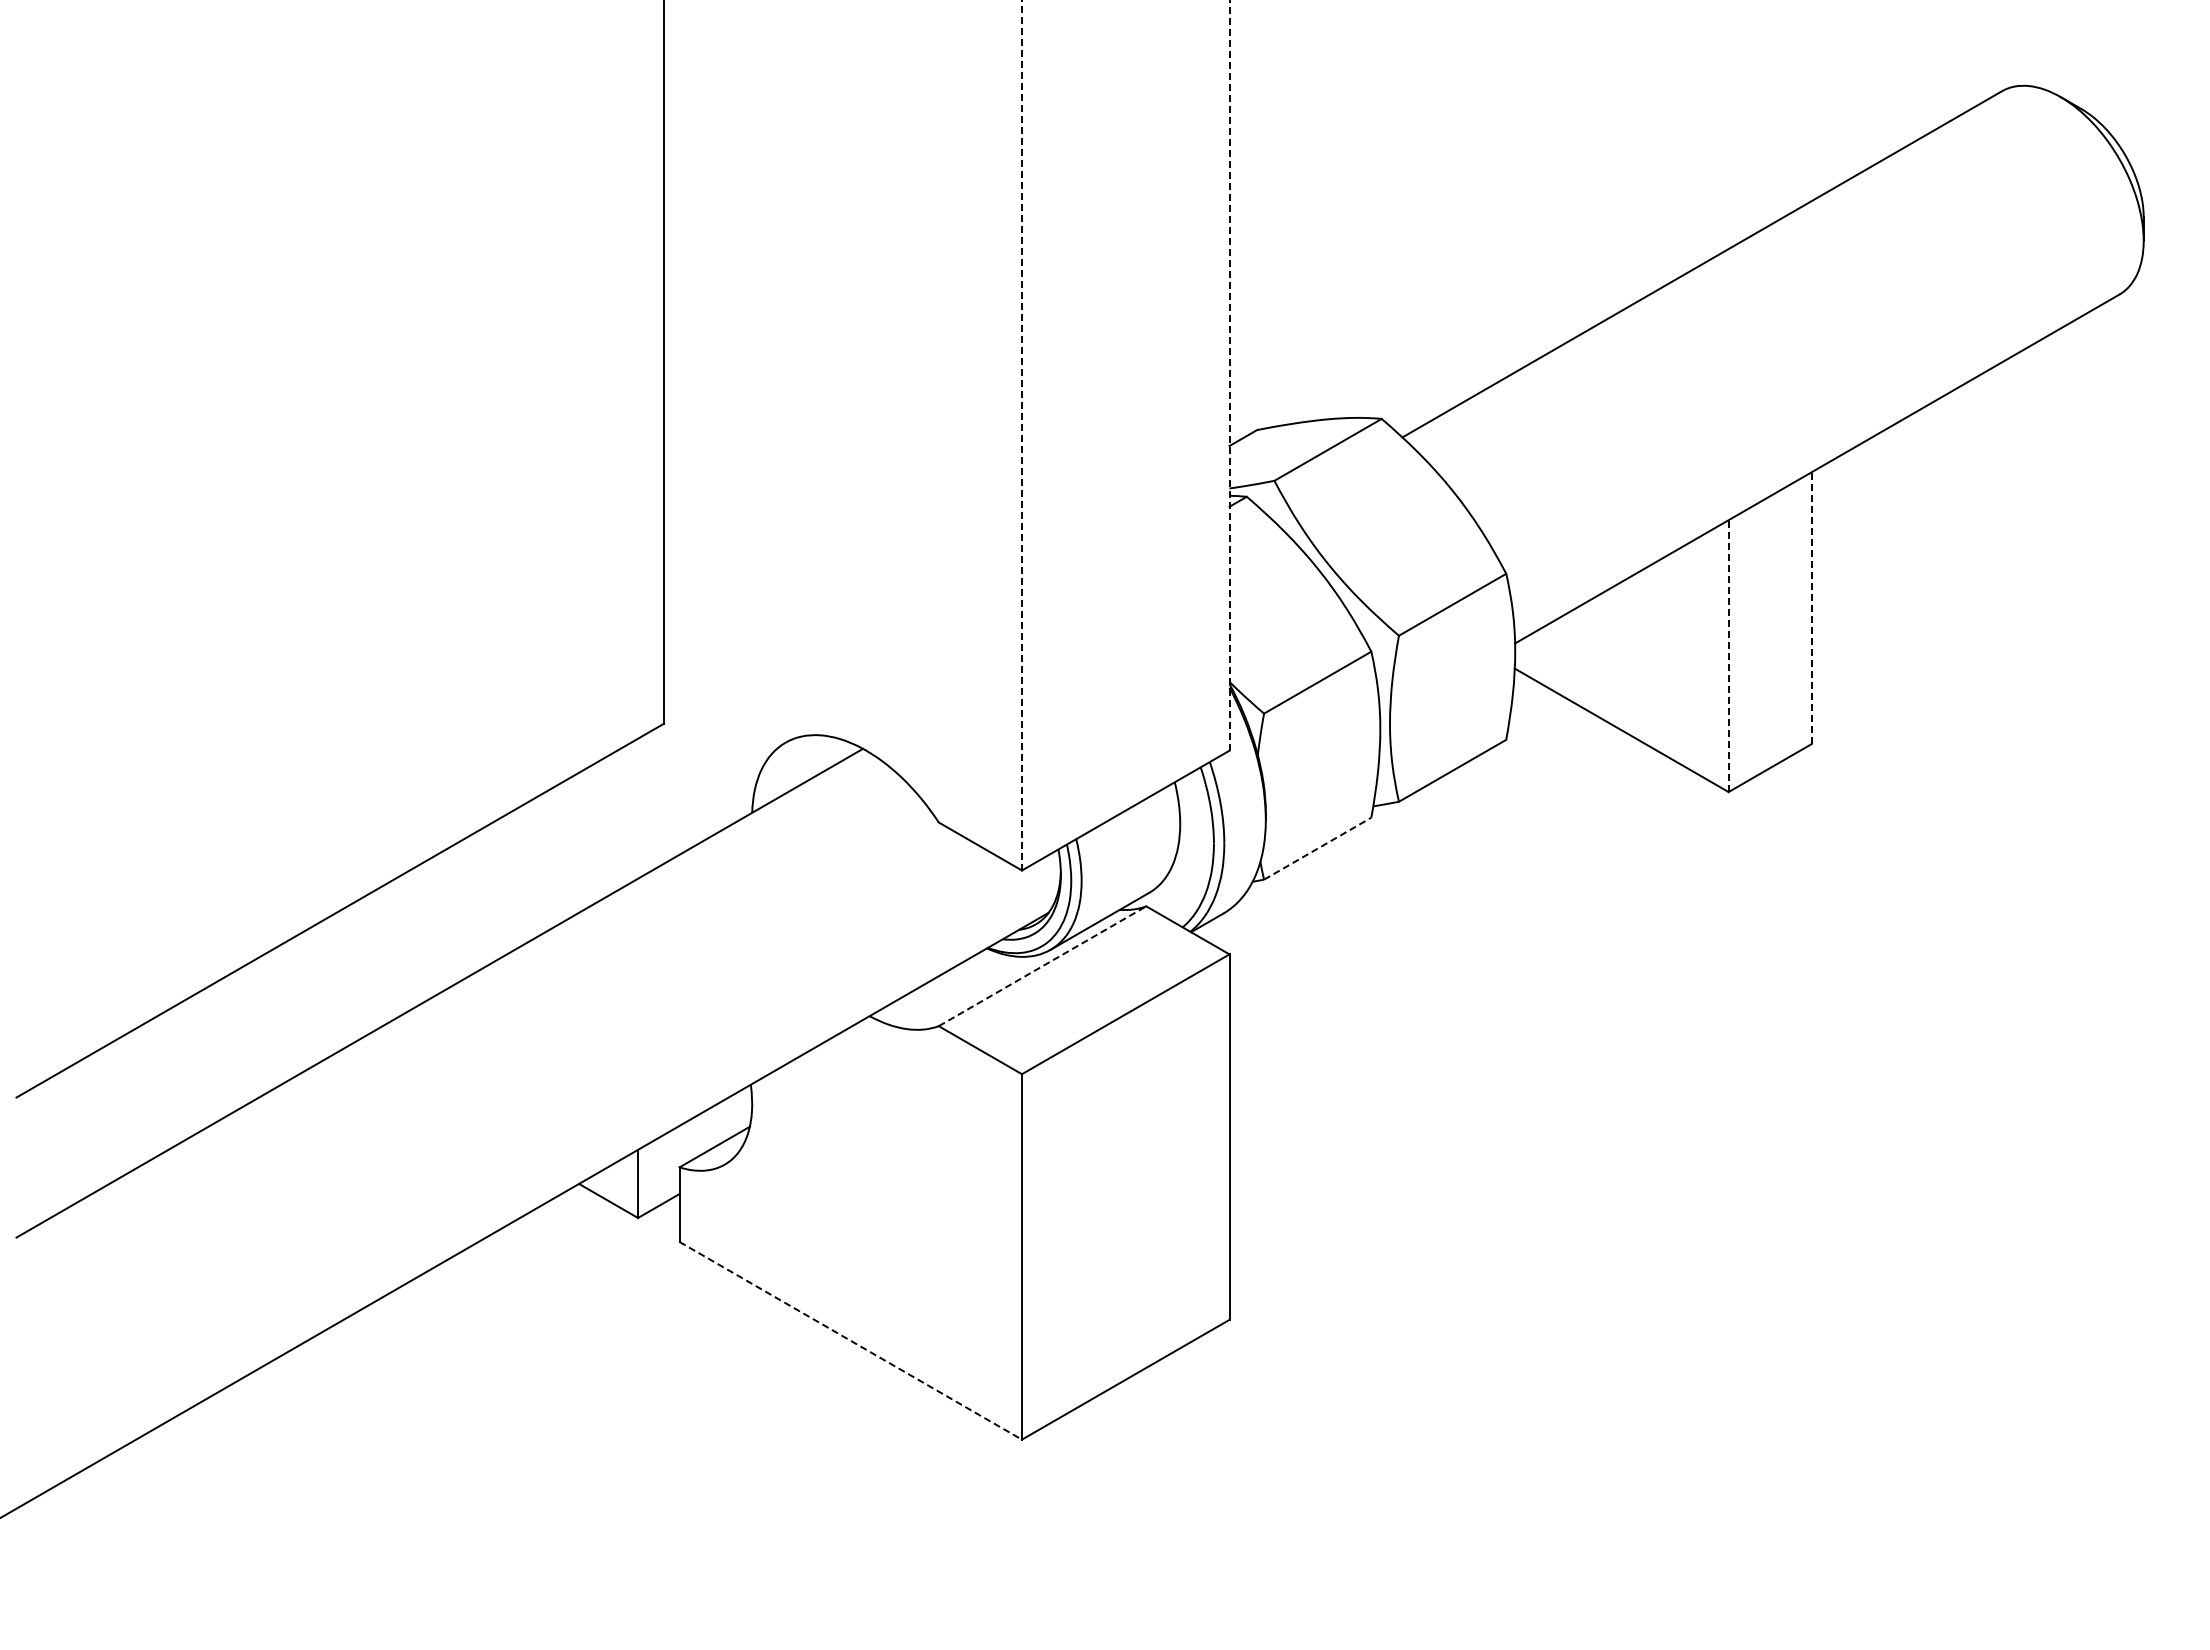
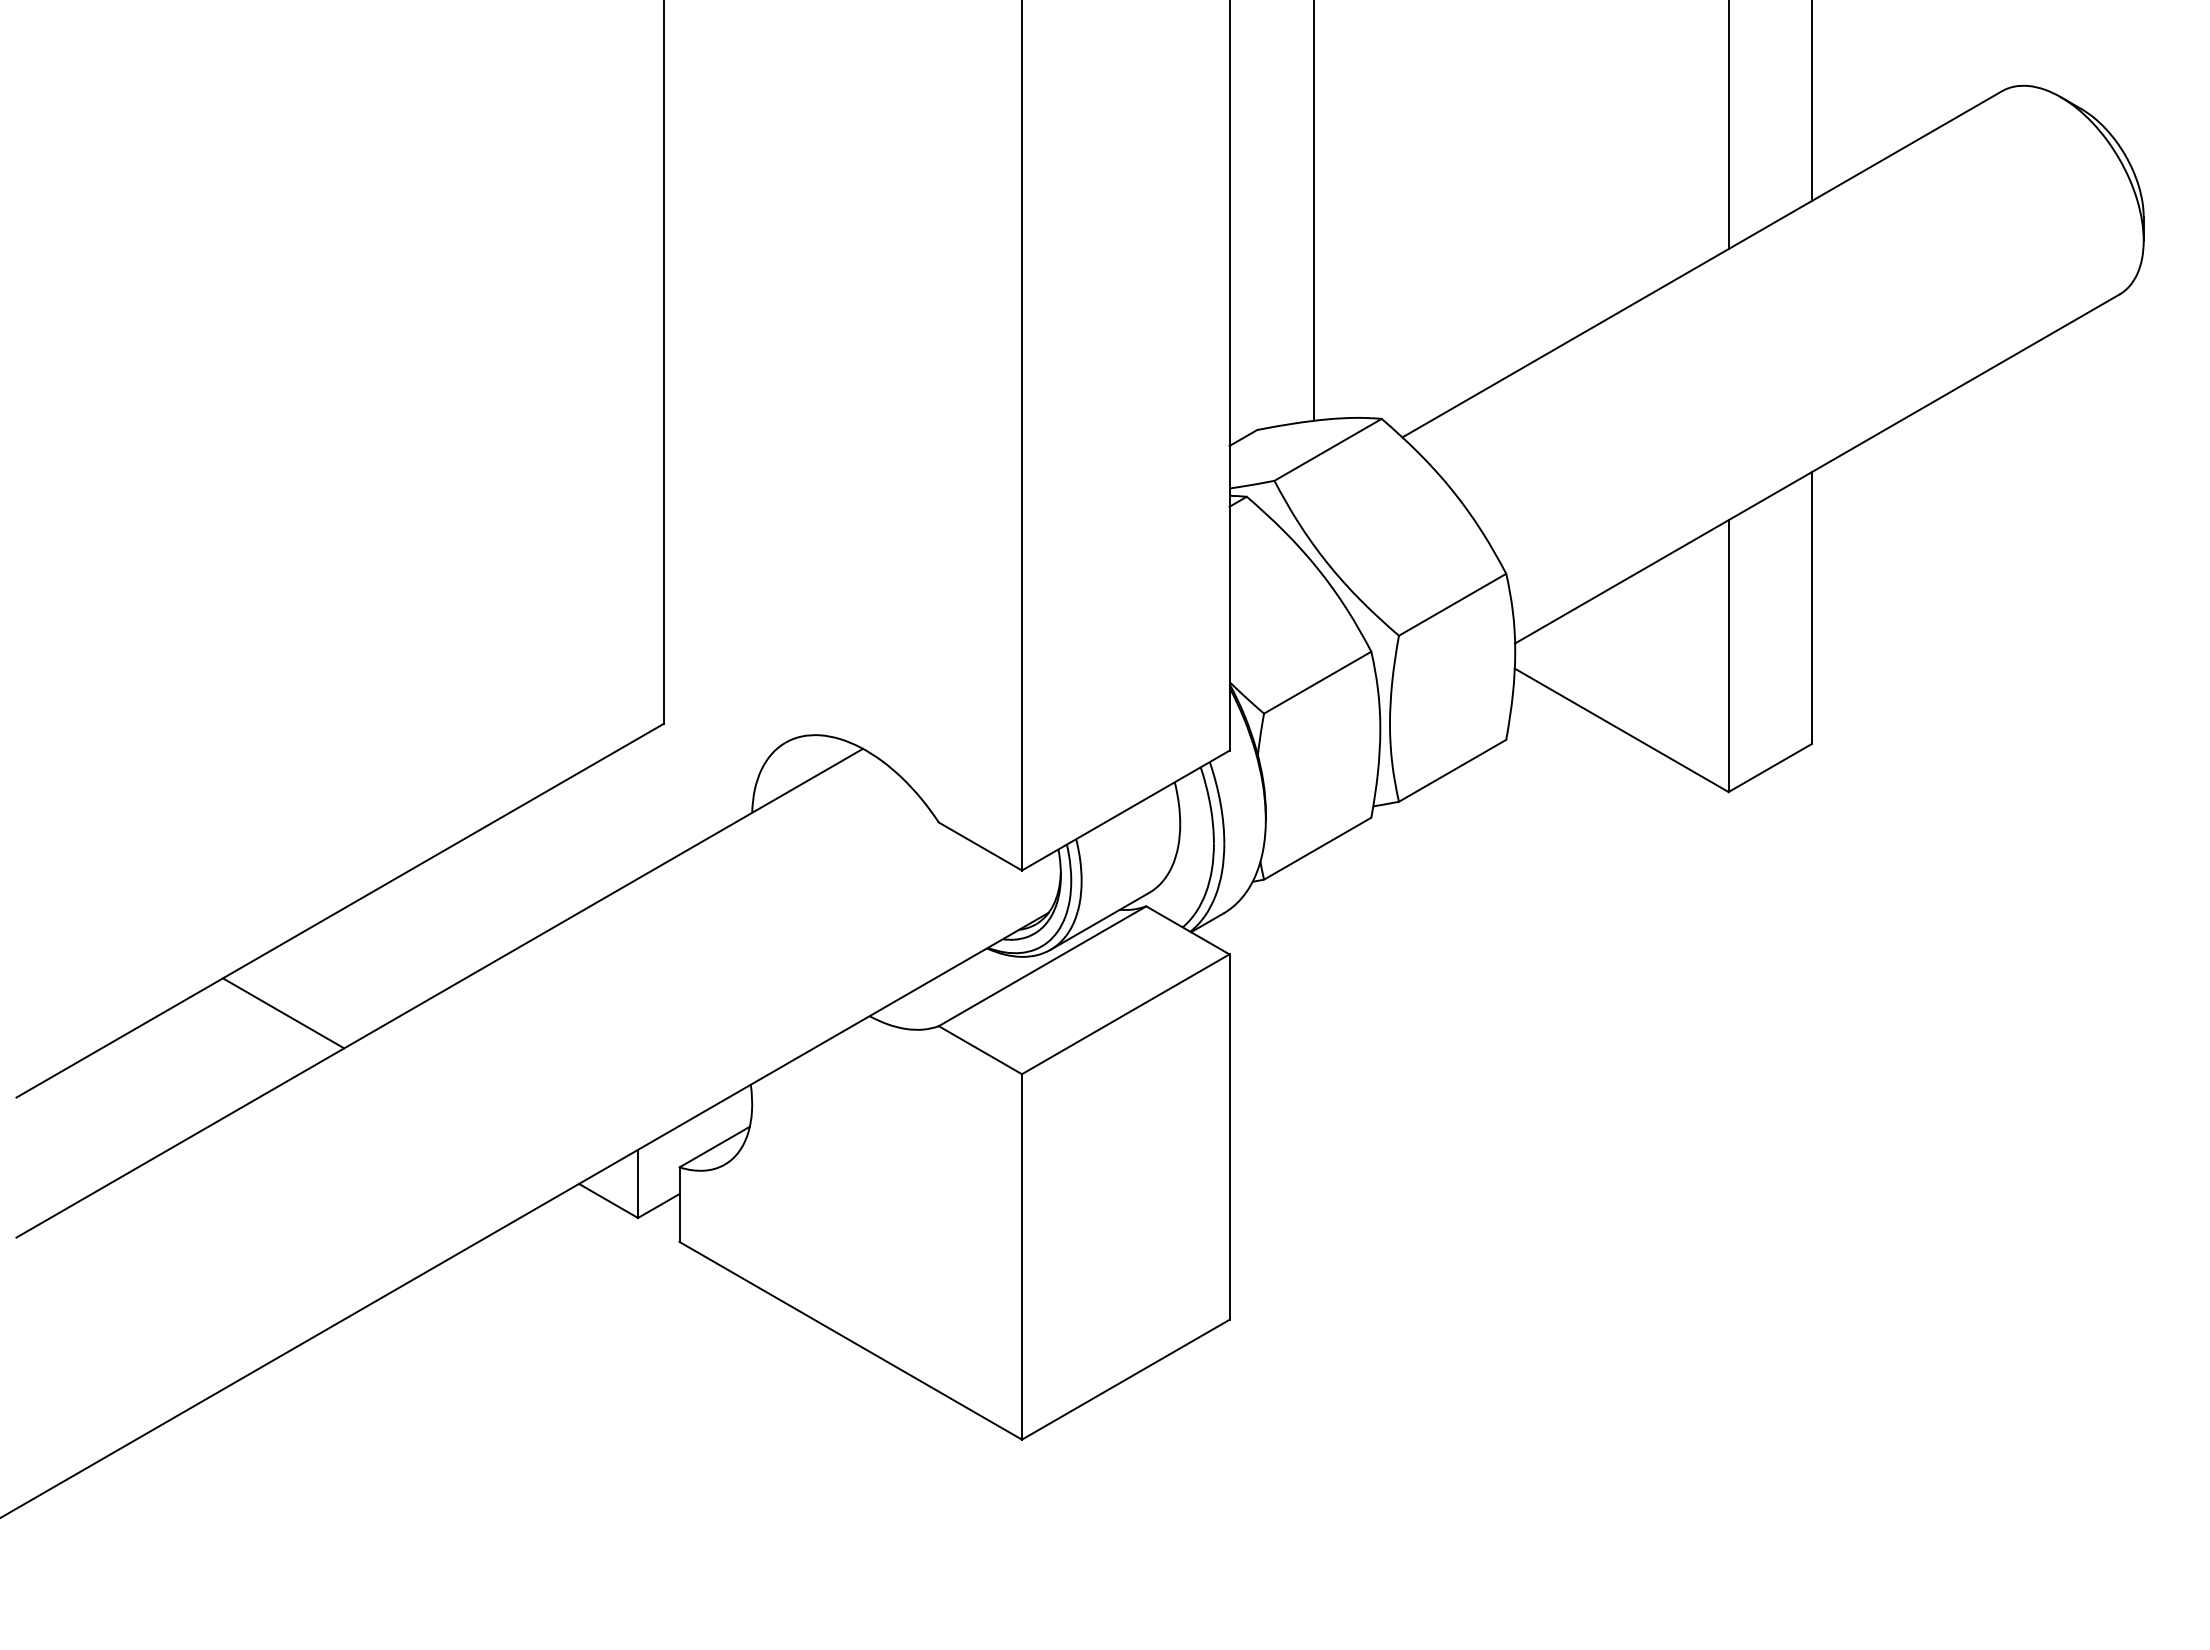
line at (1811, 101): none -> present
line at (1728, 125): none -> present
line at (1313, 211): none -> present
line at (1229, 375): dashed -> solid
line at (1021, 435): dashed -> solid
line at (1811, 608): dashed -> solid
line at (1728, 656): dashed -> solid
line at (1317, 848): dashed -> solid
line at (1042, 966): dashed -> solid
line at (283, 1013): none -> present
line at (850, 1340): dashed -> solid
